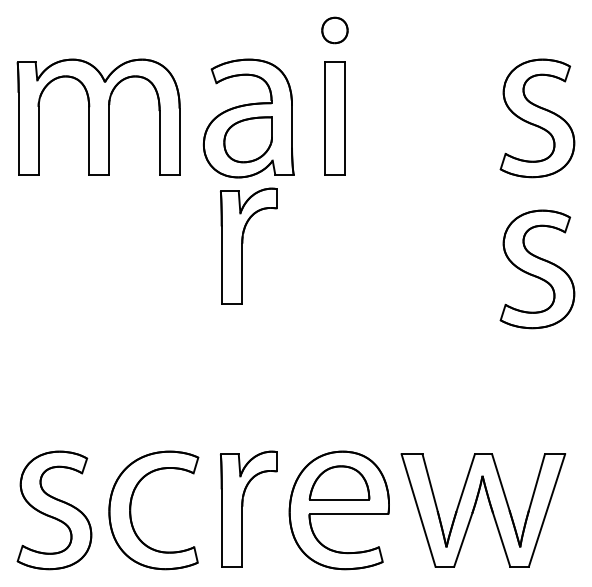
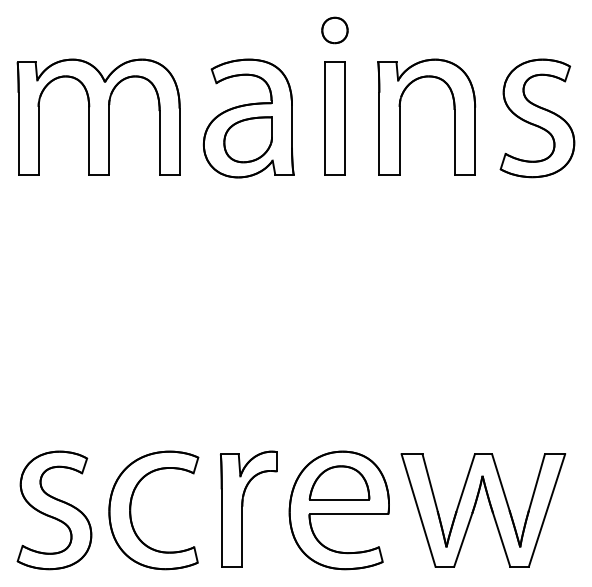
part at (400, 116): none -> present
part at (248, 245): present -> none
part at (537, 269): present -> none
